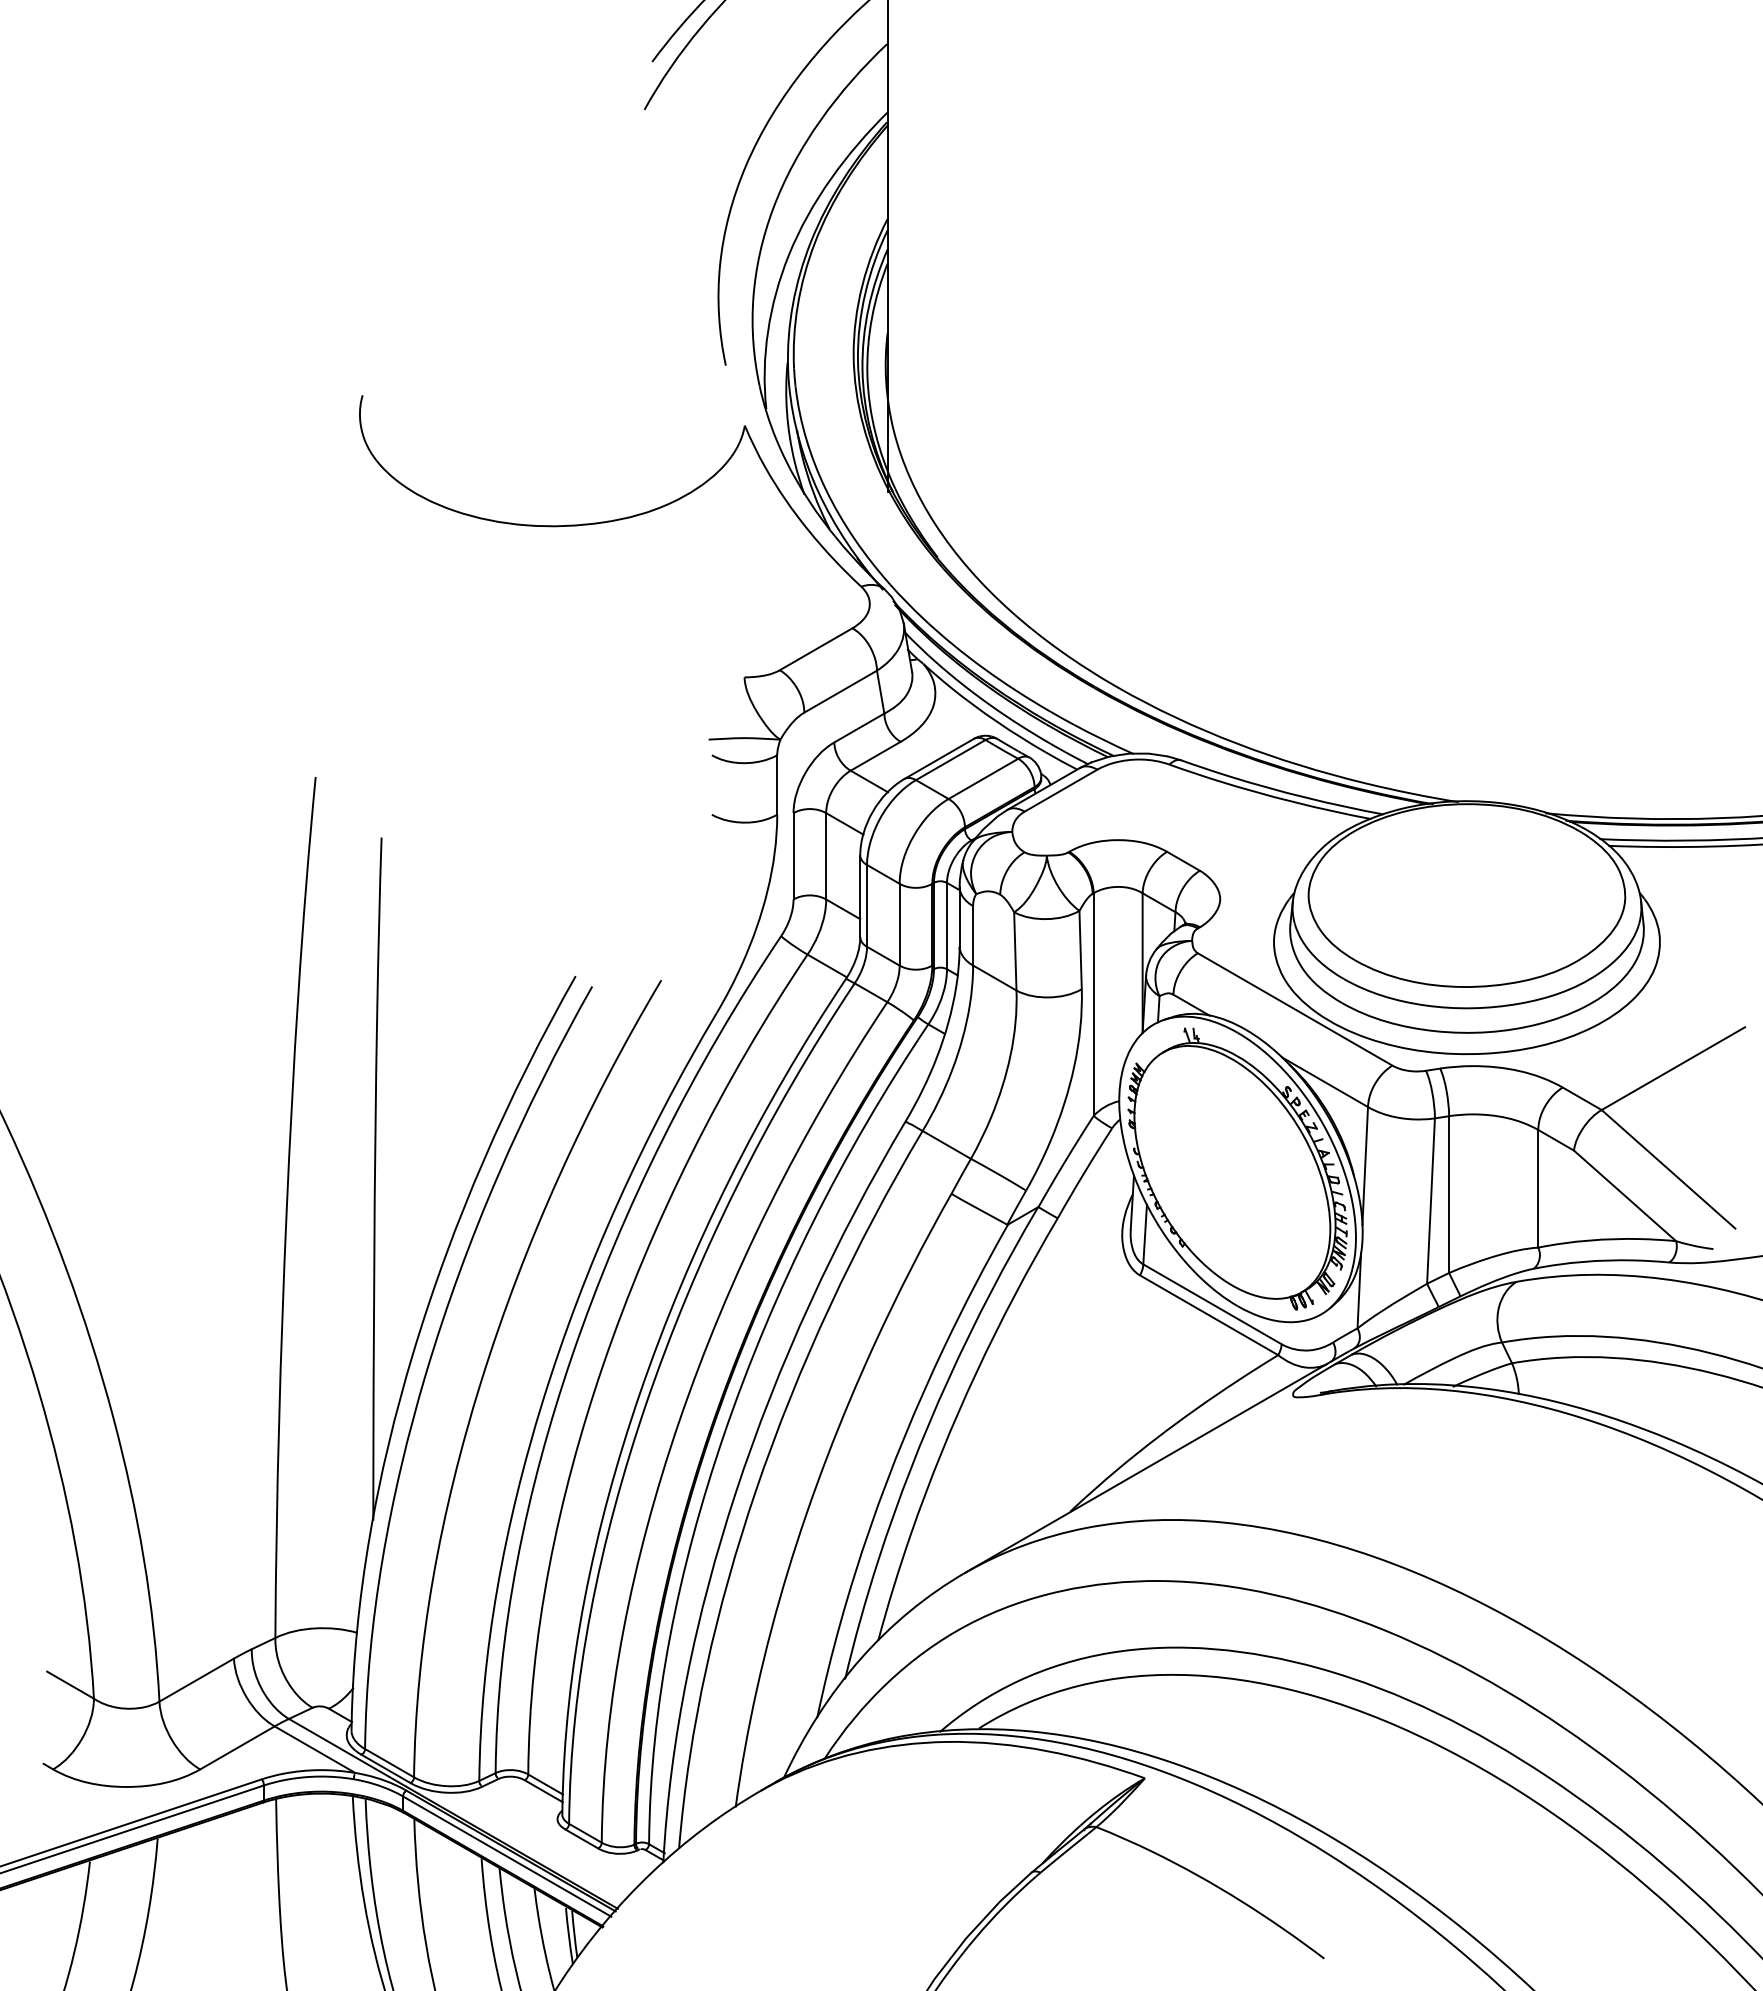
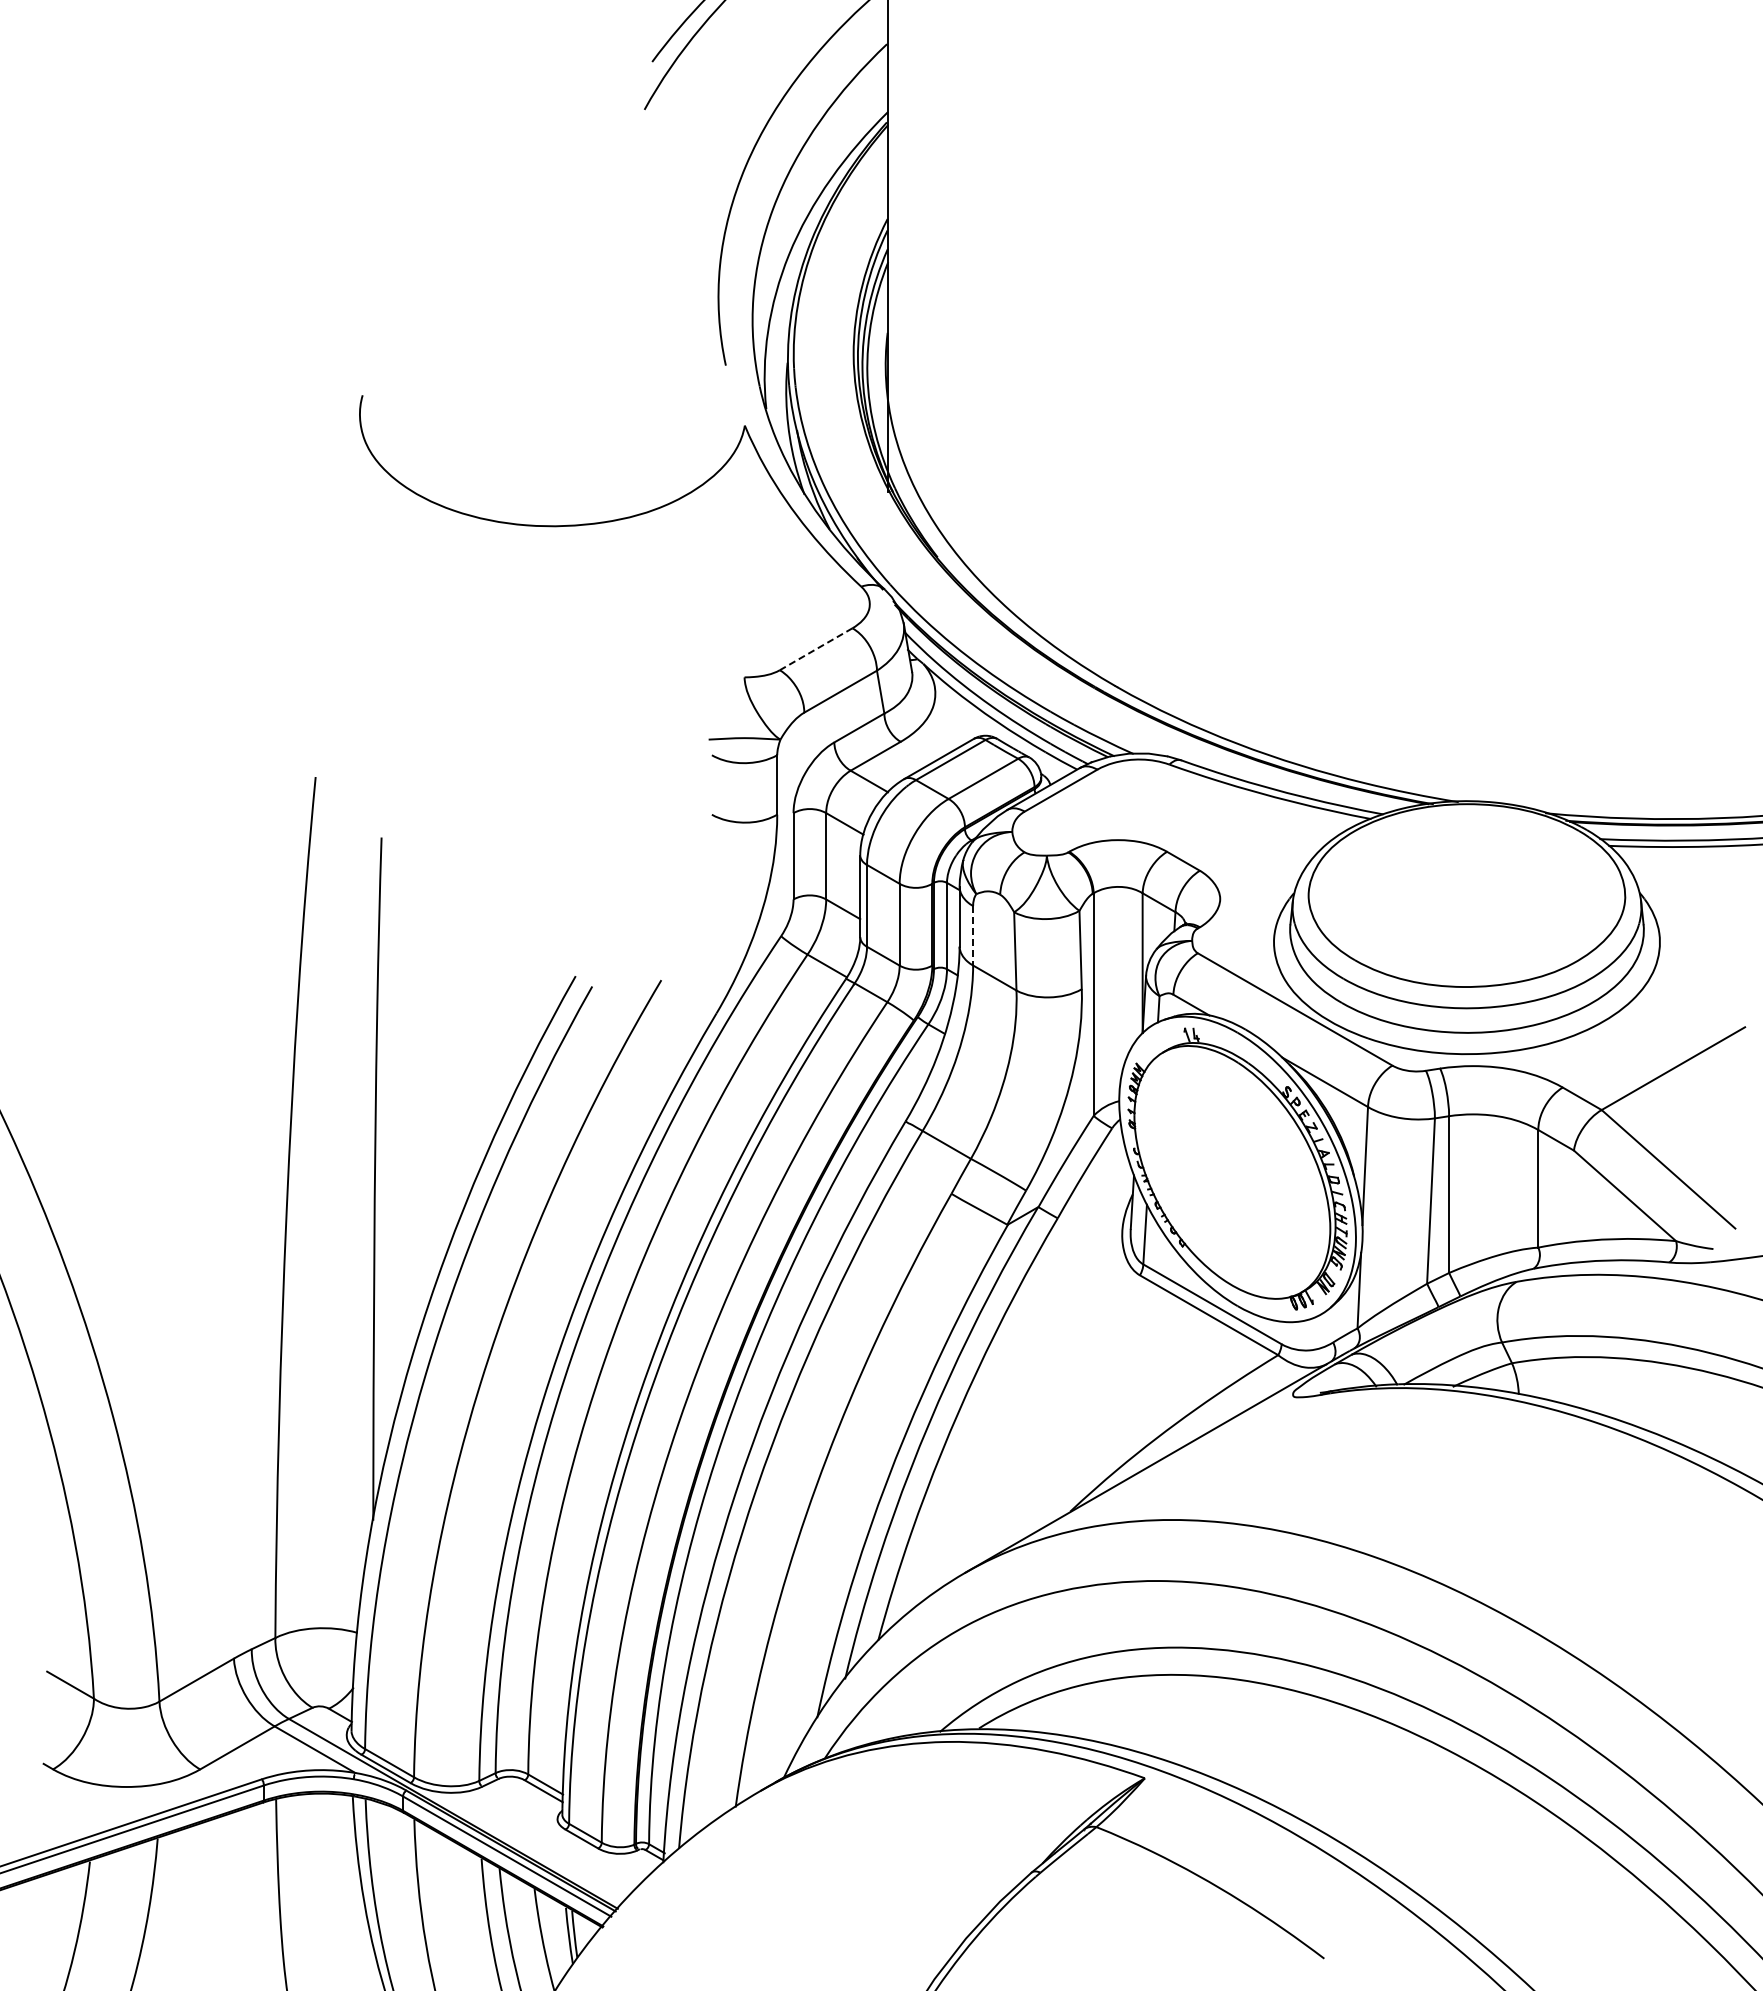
line at (816, 649): solid -> dashed
line at (973, 935): solid -> dashed
